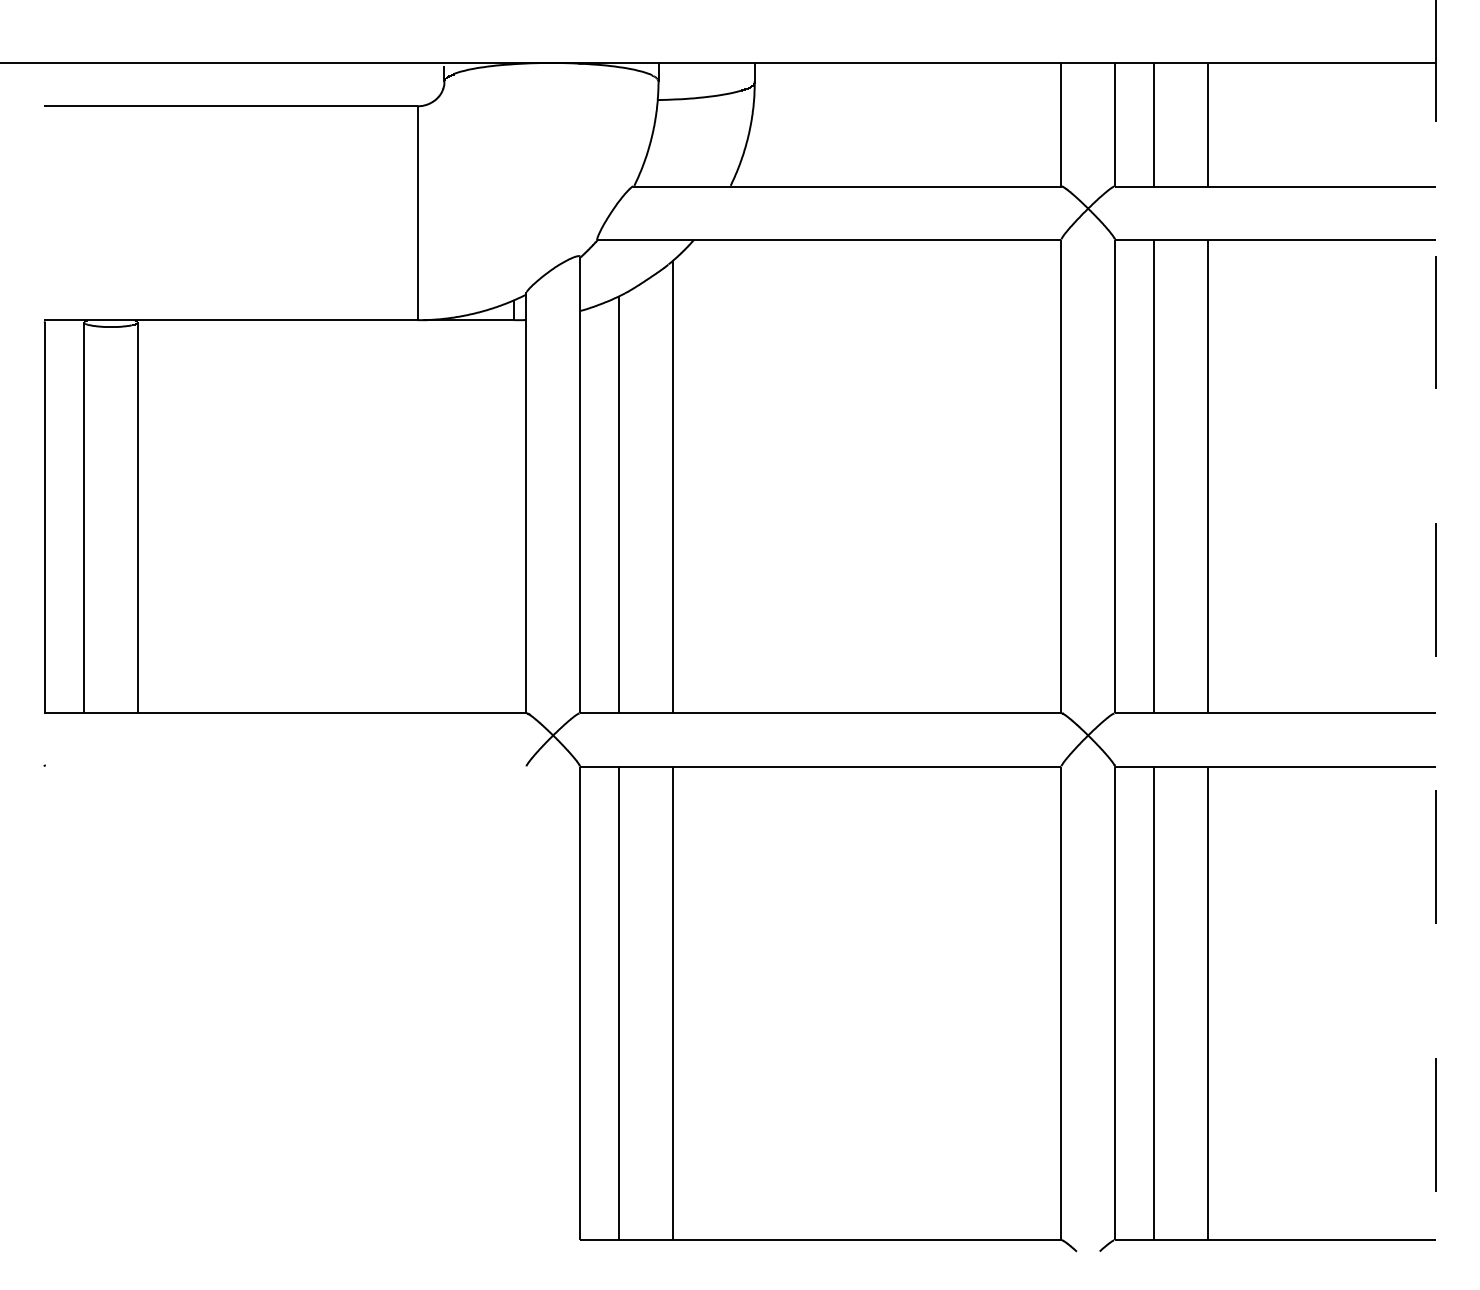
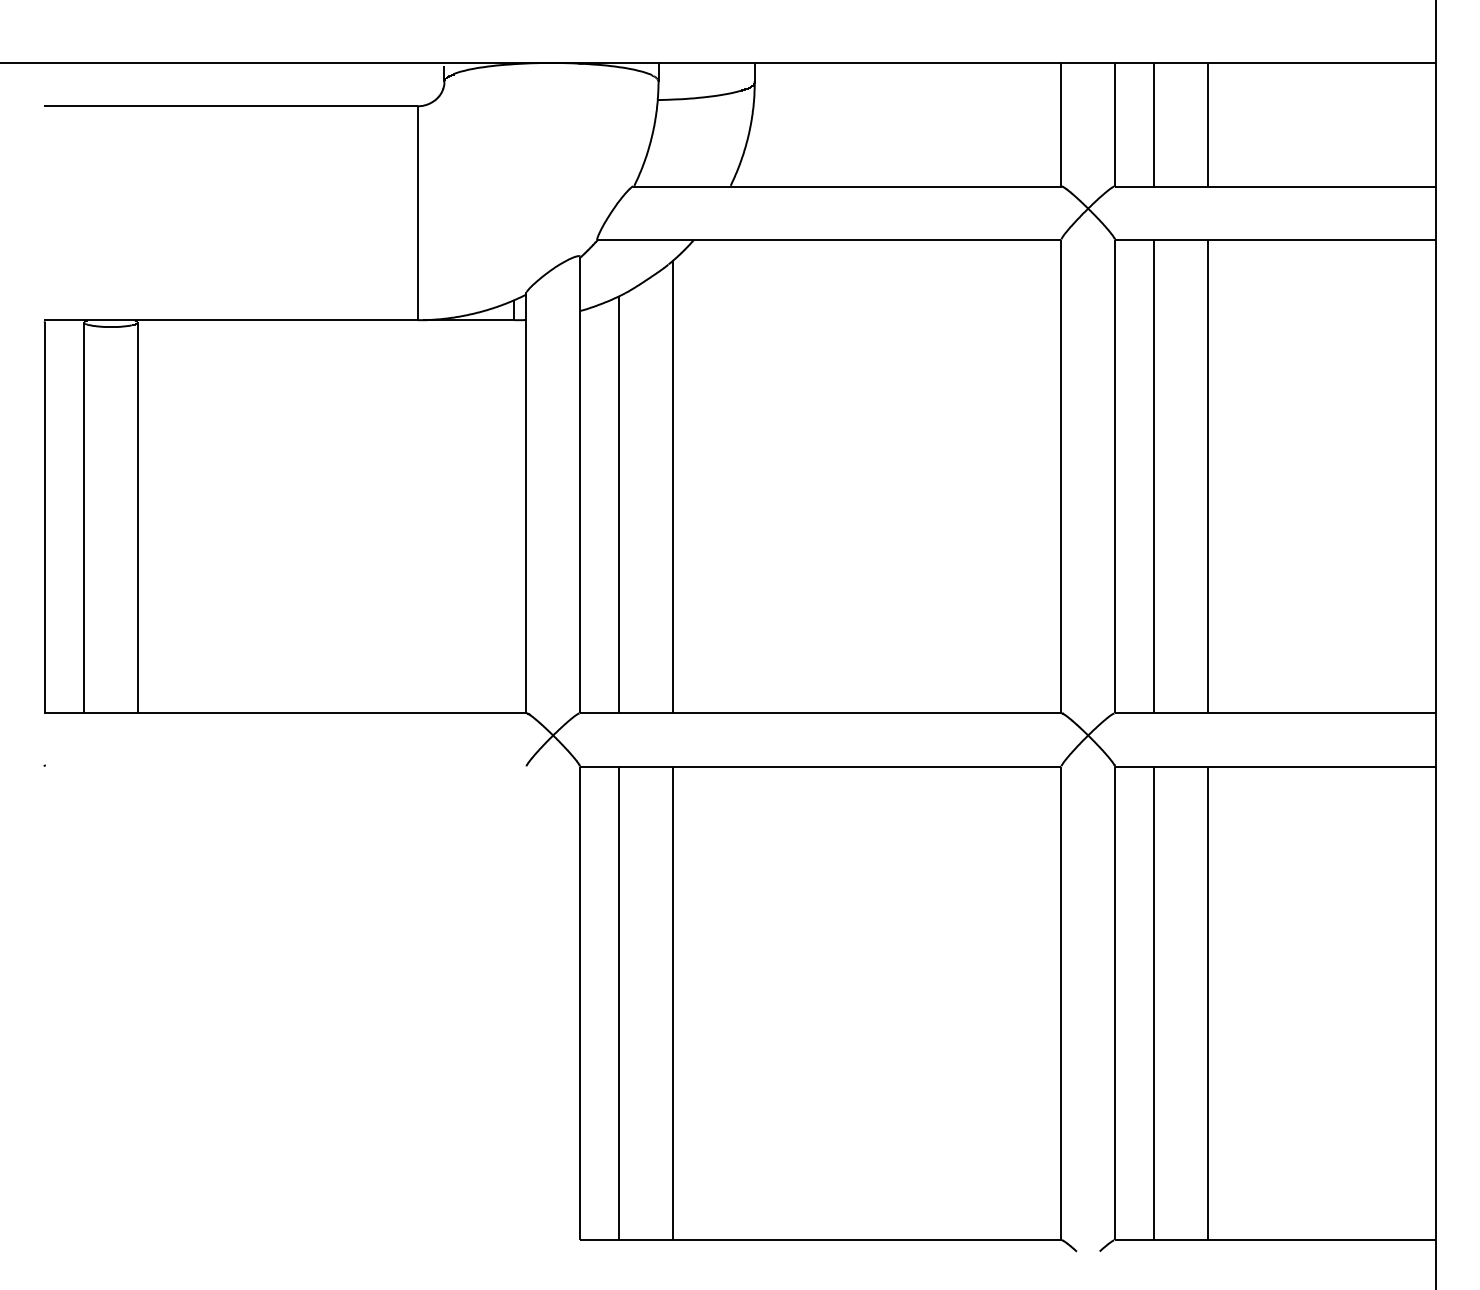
line at (1435, 645): dashed -> solid
